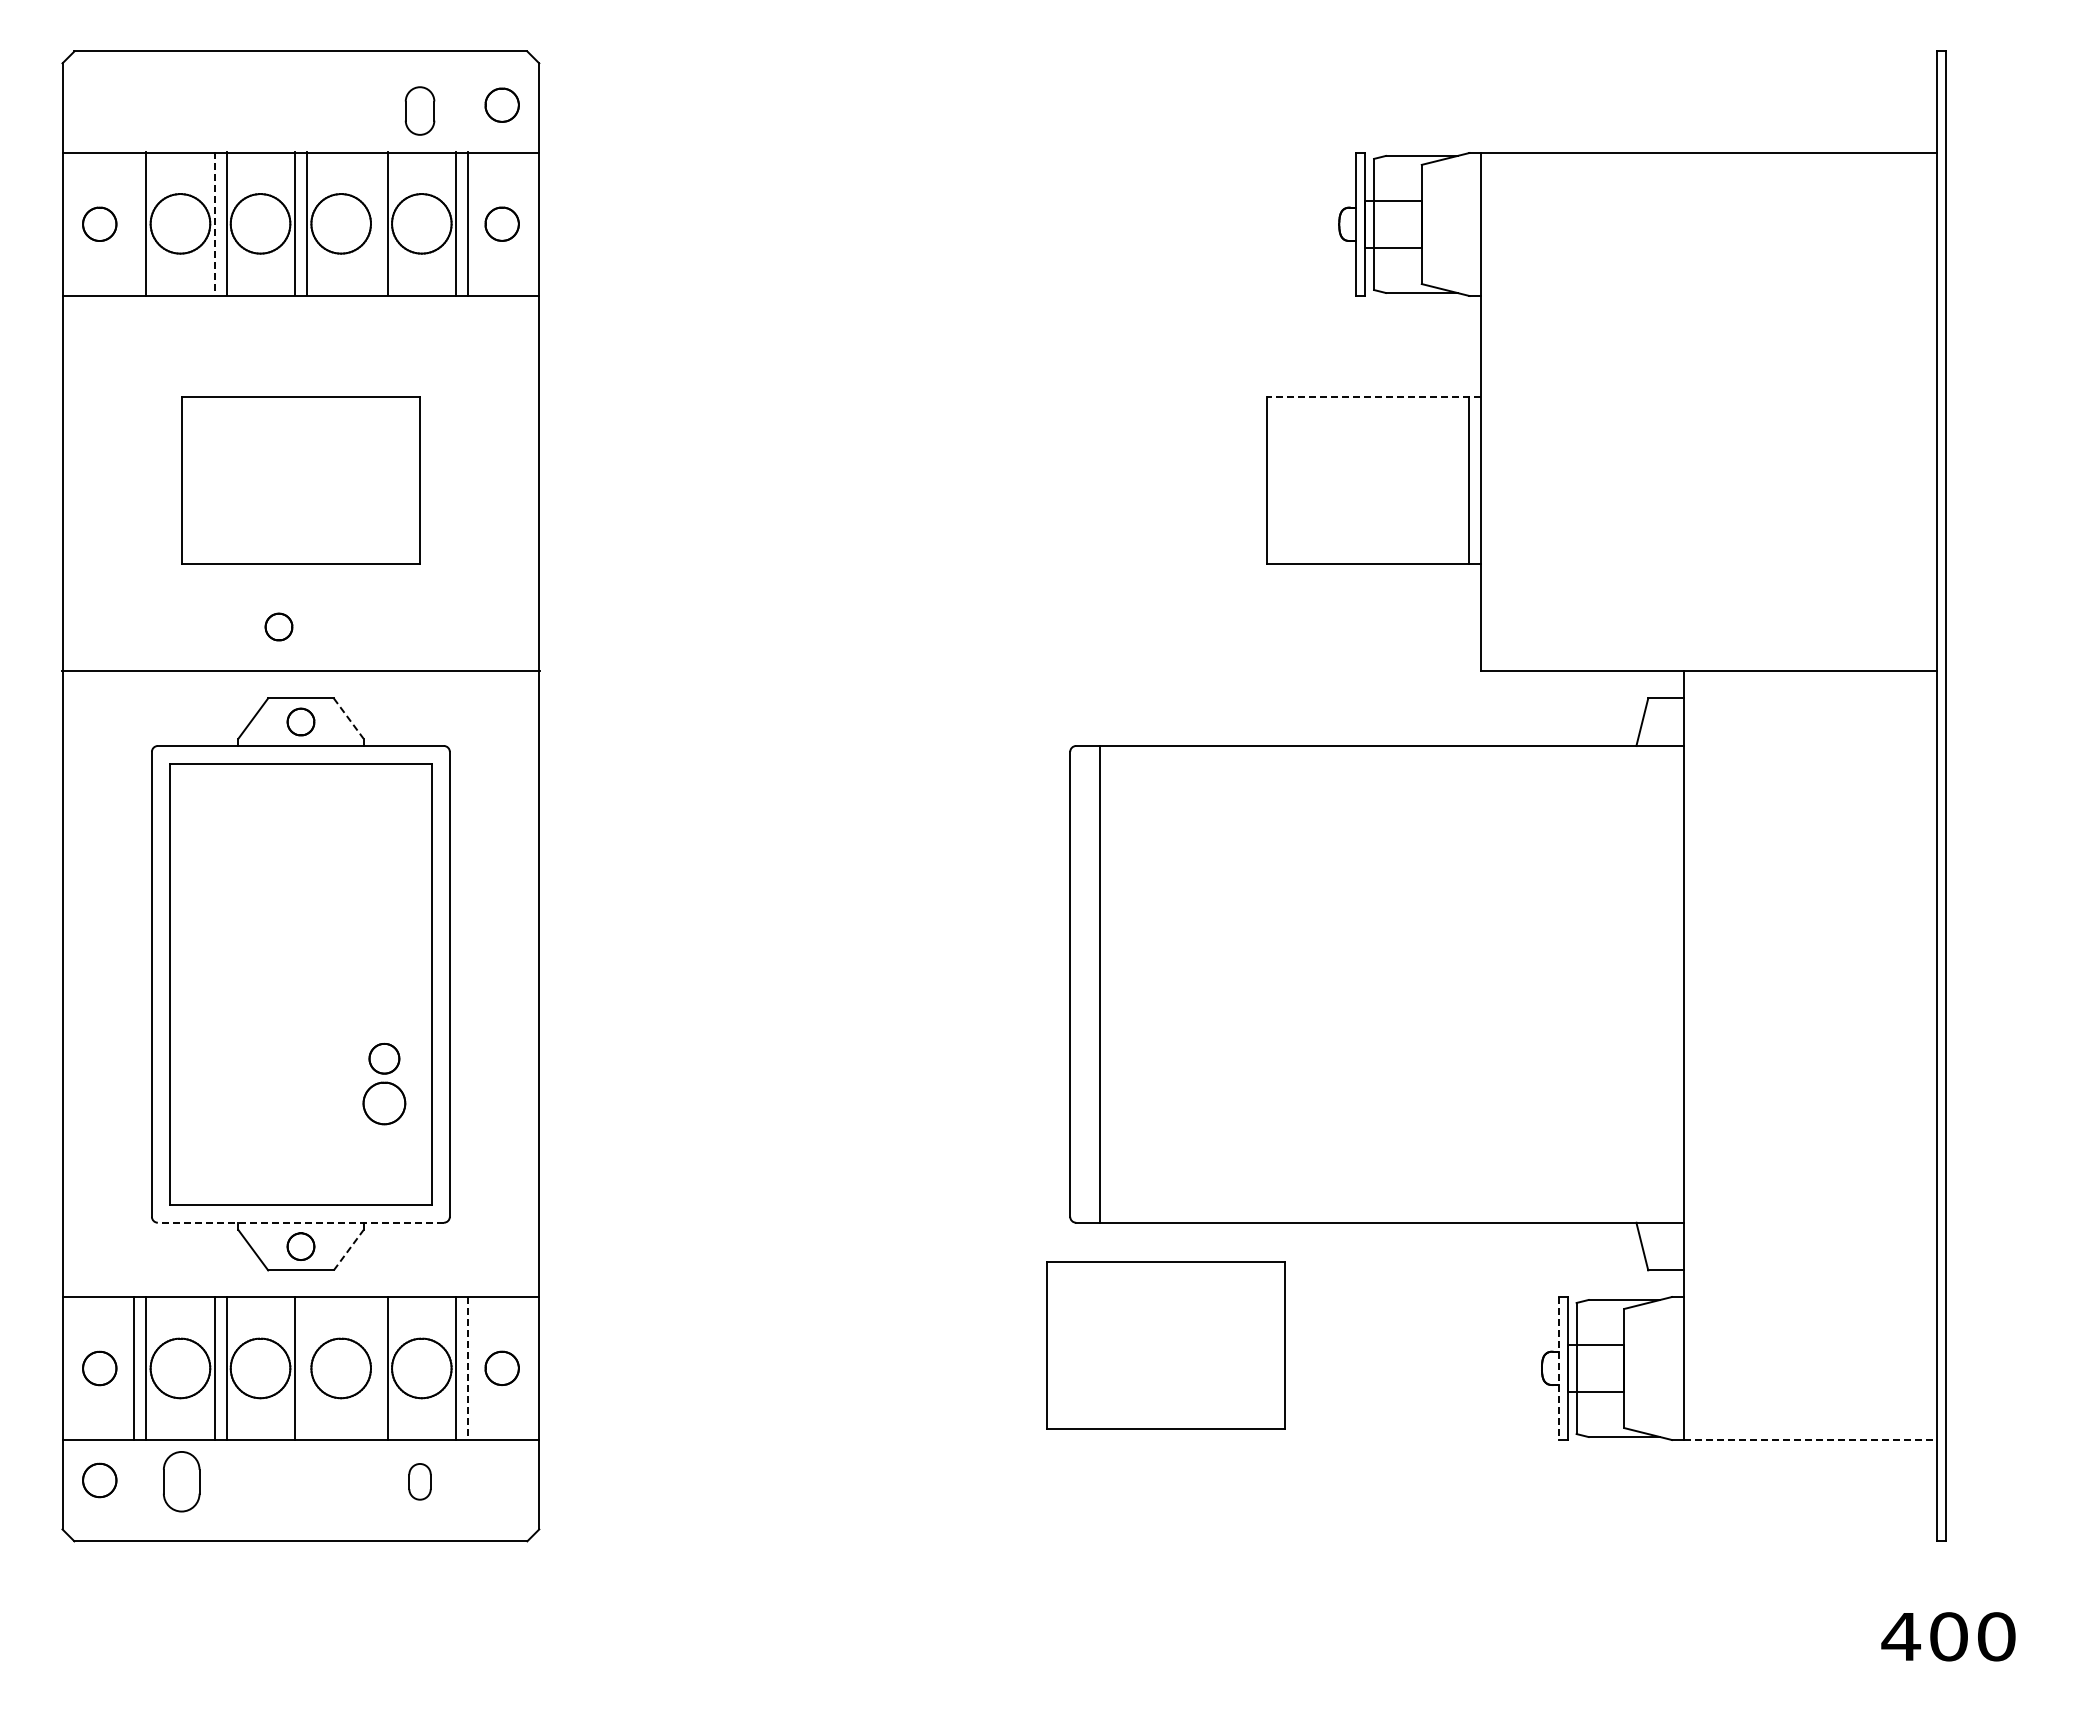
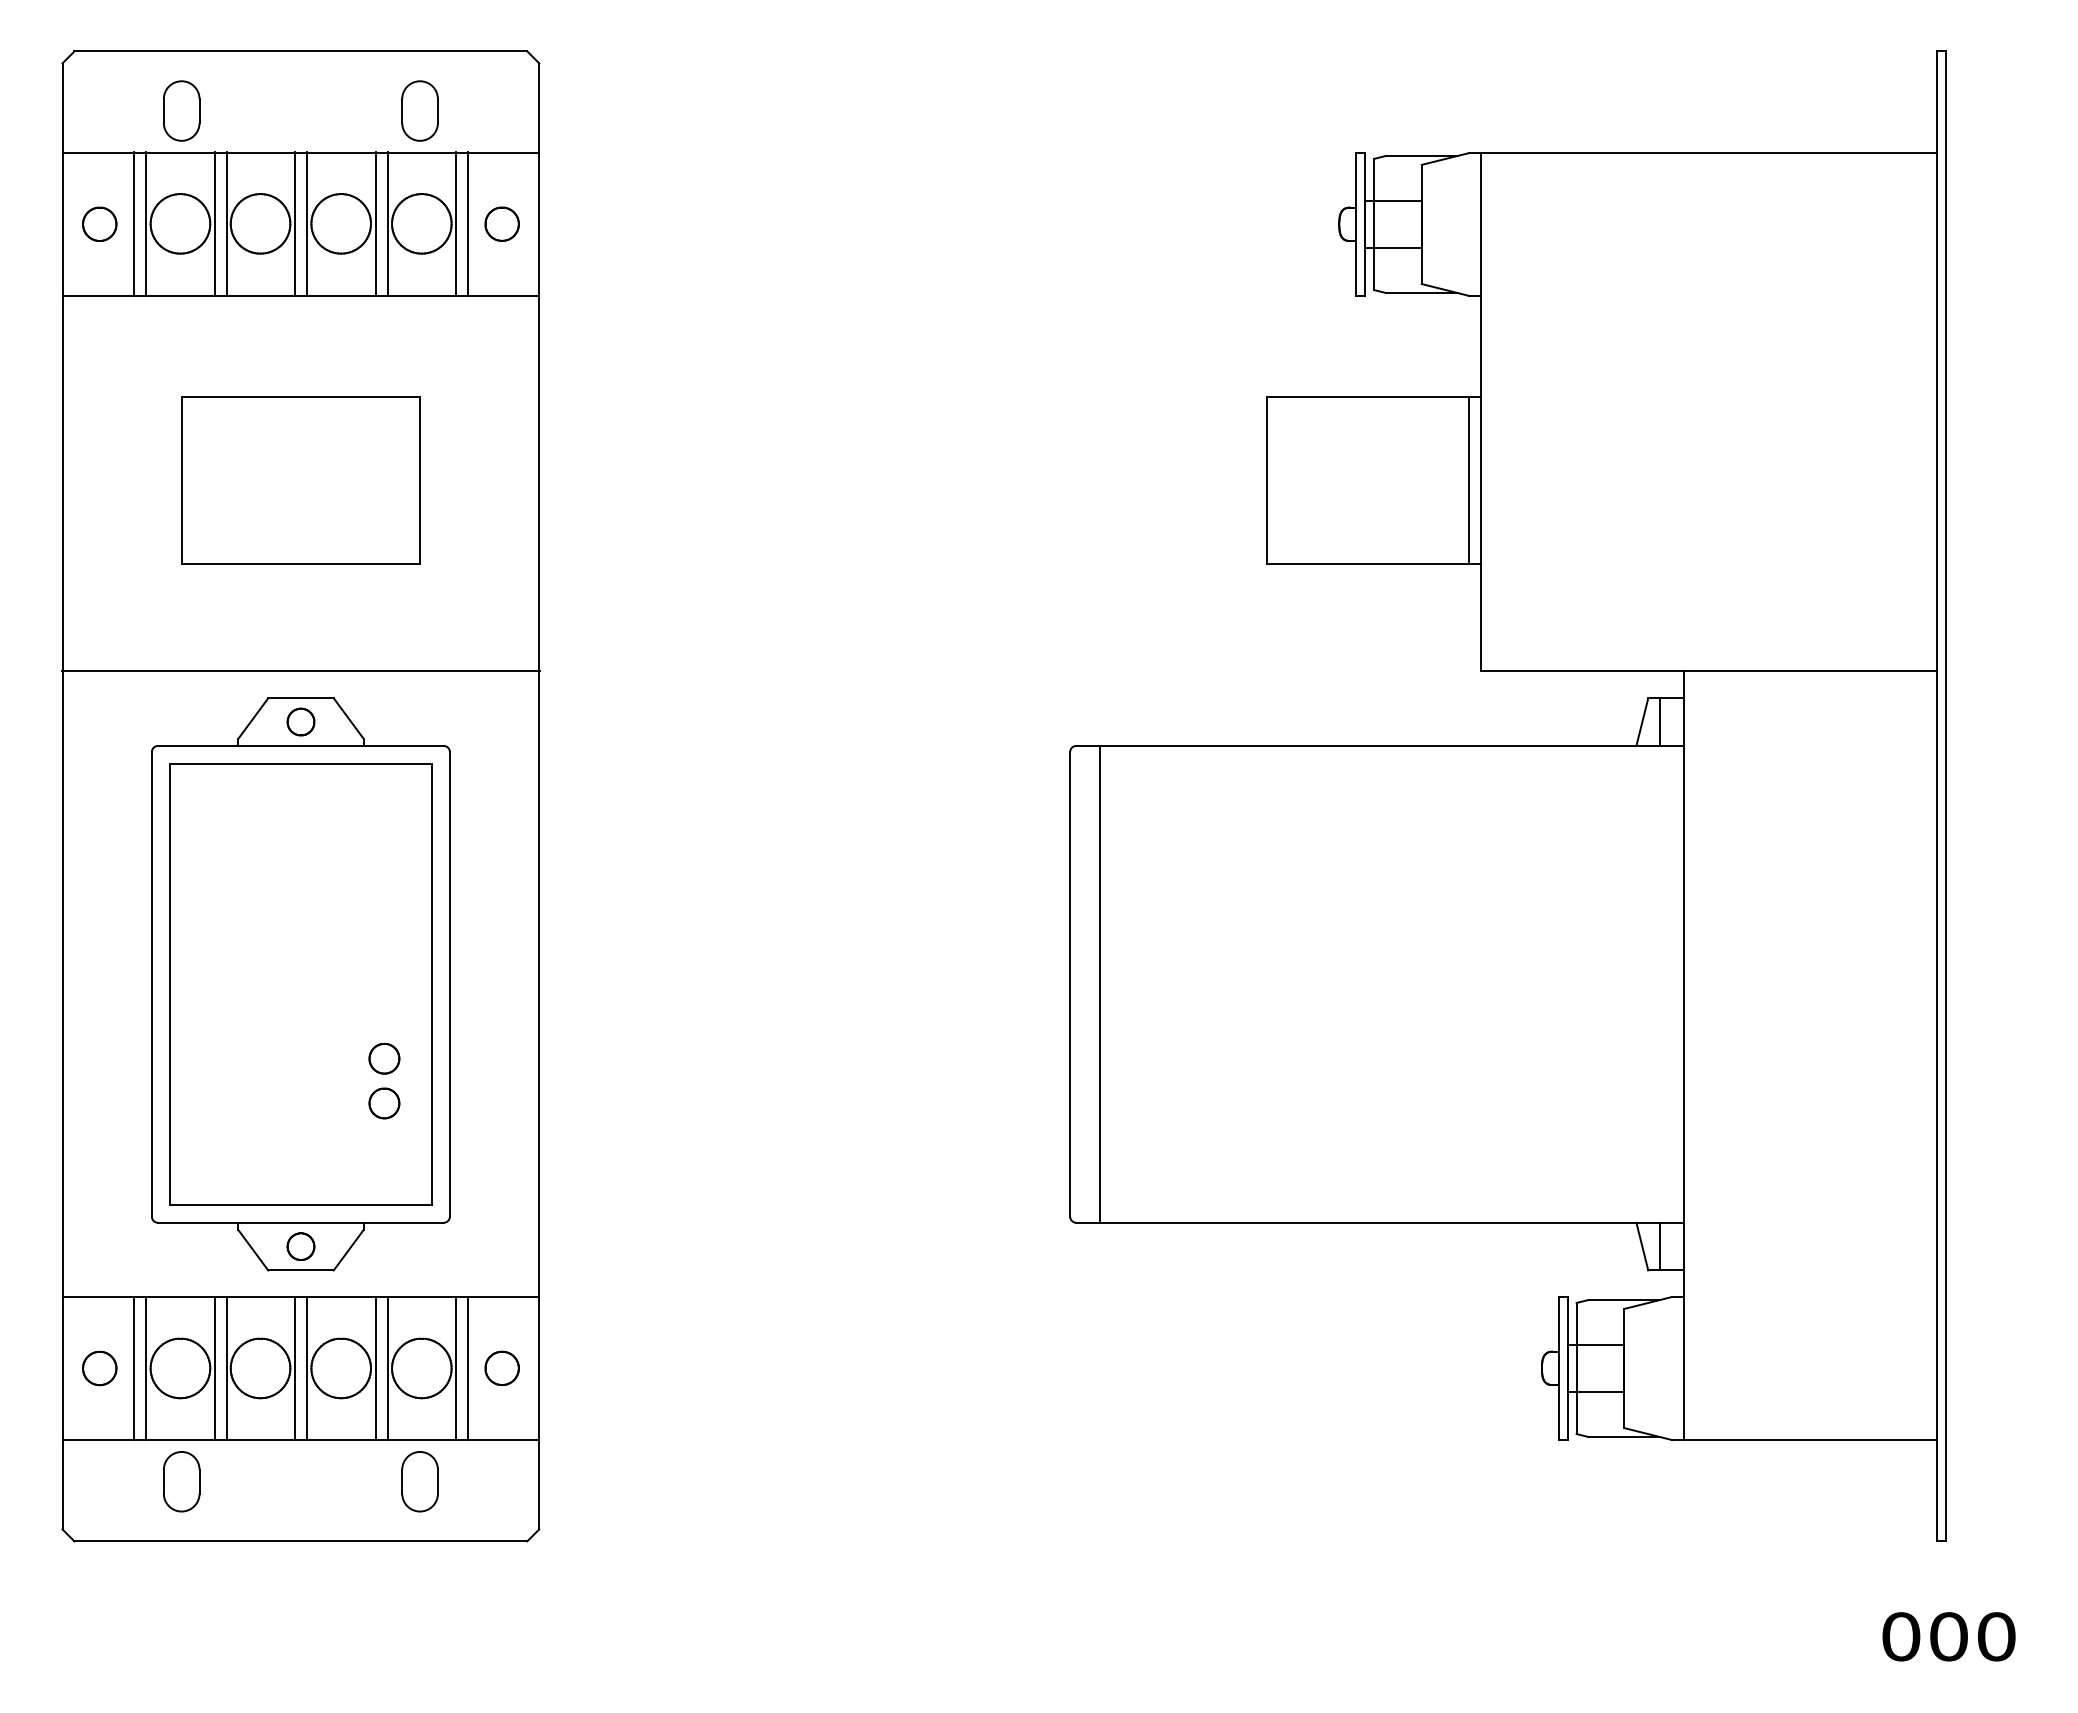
part at (501, 104): present -> none
part at (181, 110): none -> present
part at (419, 110) size: 32x50 px -> 38x62 px
line at (134, 223): none -> present
line at (214, 223): dashed -> solid
line at (375, 223): none -> present
line at (1373, 397): dashed -> solid
part at (278, 626): present -> none
line at (348, 718): dashed -> solid
line at (1660, 721): none -> present
part at (384, 1103) size: 45x45 px -> 33x33 px
line at (300, 1222): dashed -> solid
line at (1660, 1246): none -> present
line at (348, 1249): dashed -> solid
part at (1165, 1345): present -> none
line at (307, 1368): none -> present
line at (375, 1368): none -> present
line at (468, 1368): dashed -> solid
line at (1558, 1368): dashed -> solid
line at (1810, 1440): dashed -> solid
part at (99, 1480): present -> none
part at (419, 1481) size: 24x38 px -> 38x62 px
text at (1900, 1636): 400 -> 000
